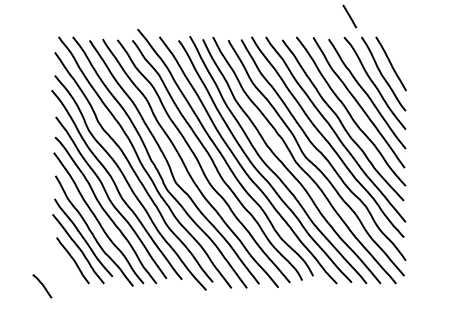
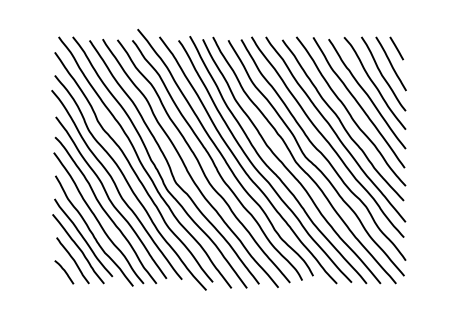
line at (349, 16) position: (349, 16) -> (396, 48)
curve at (42, 286) position: (42, 286) -> (64, 272)
